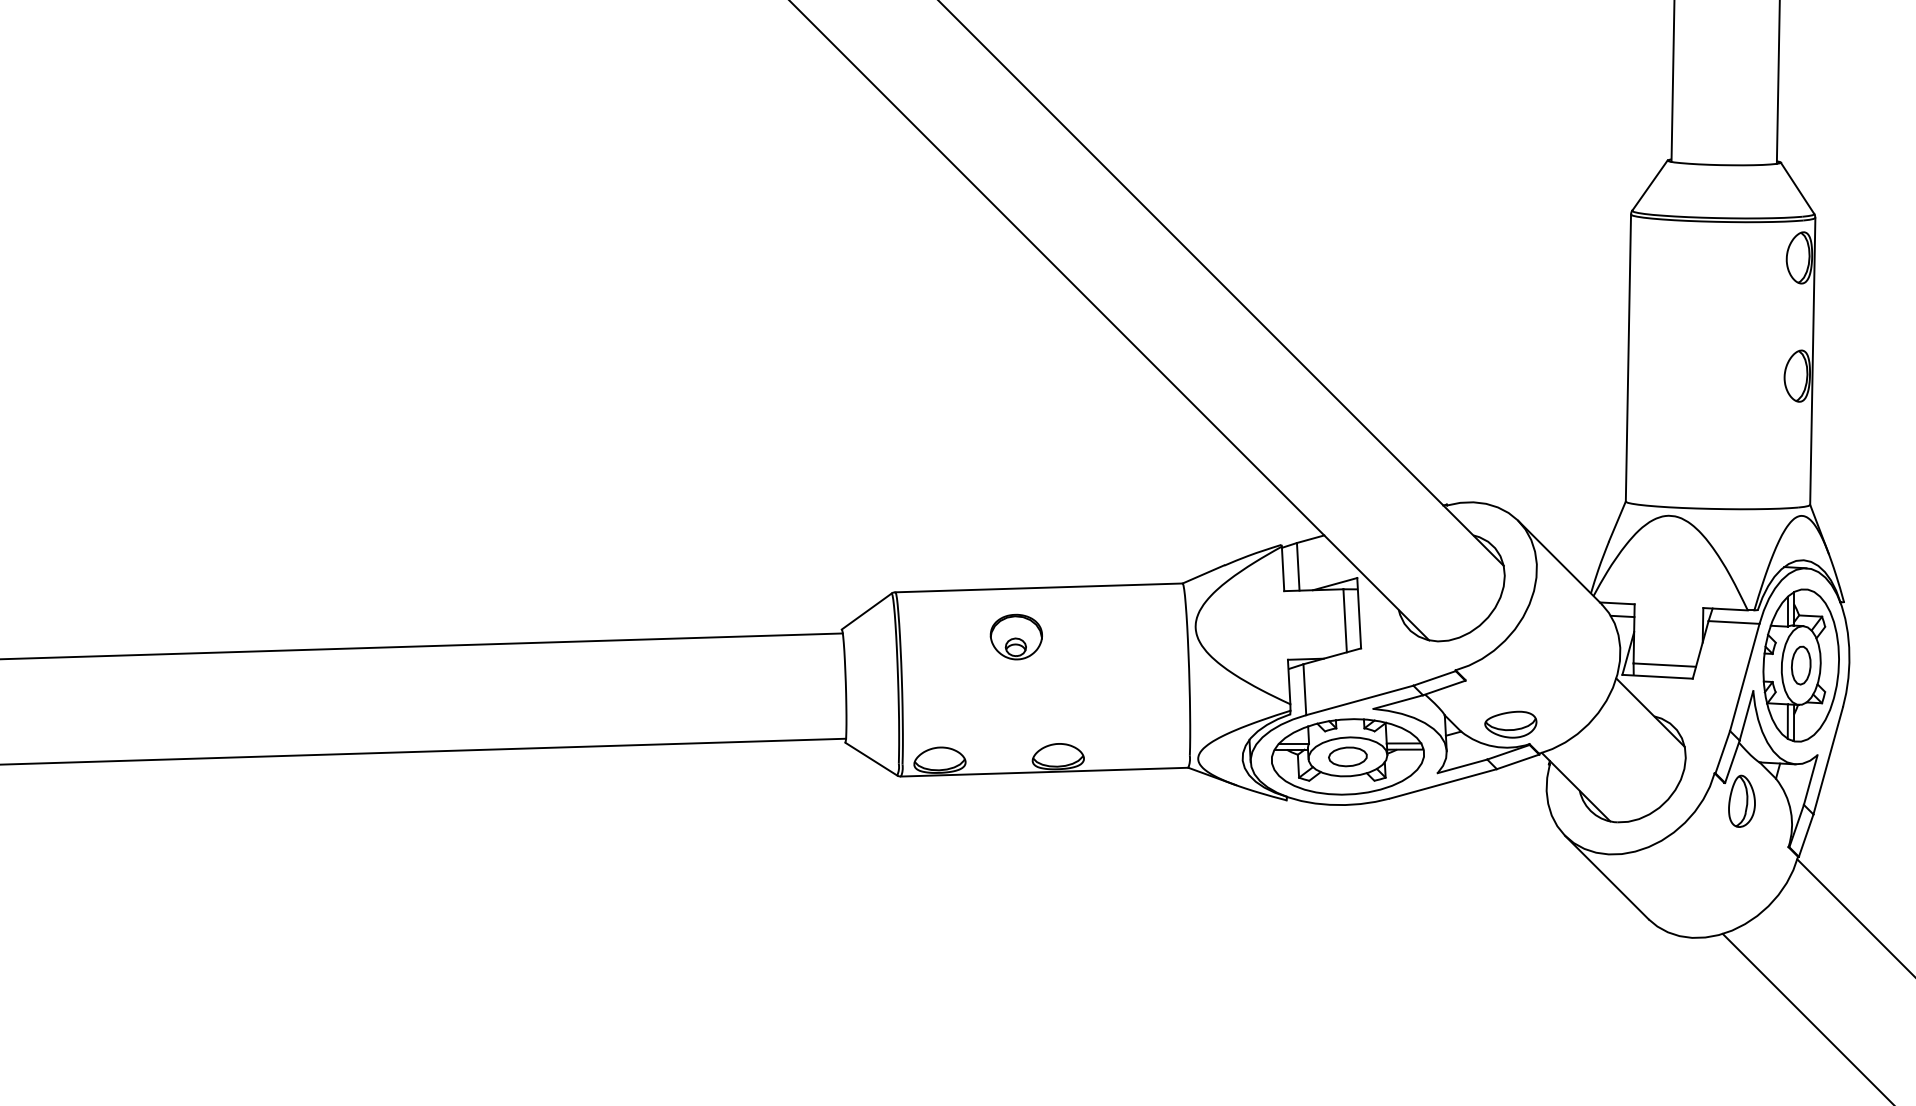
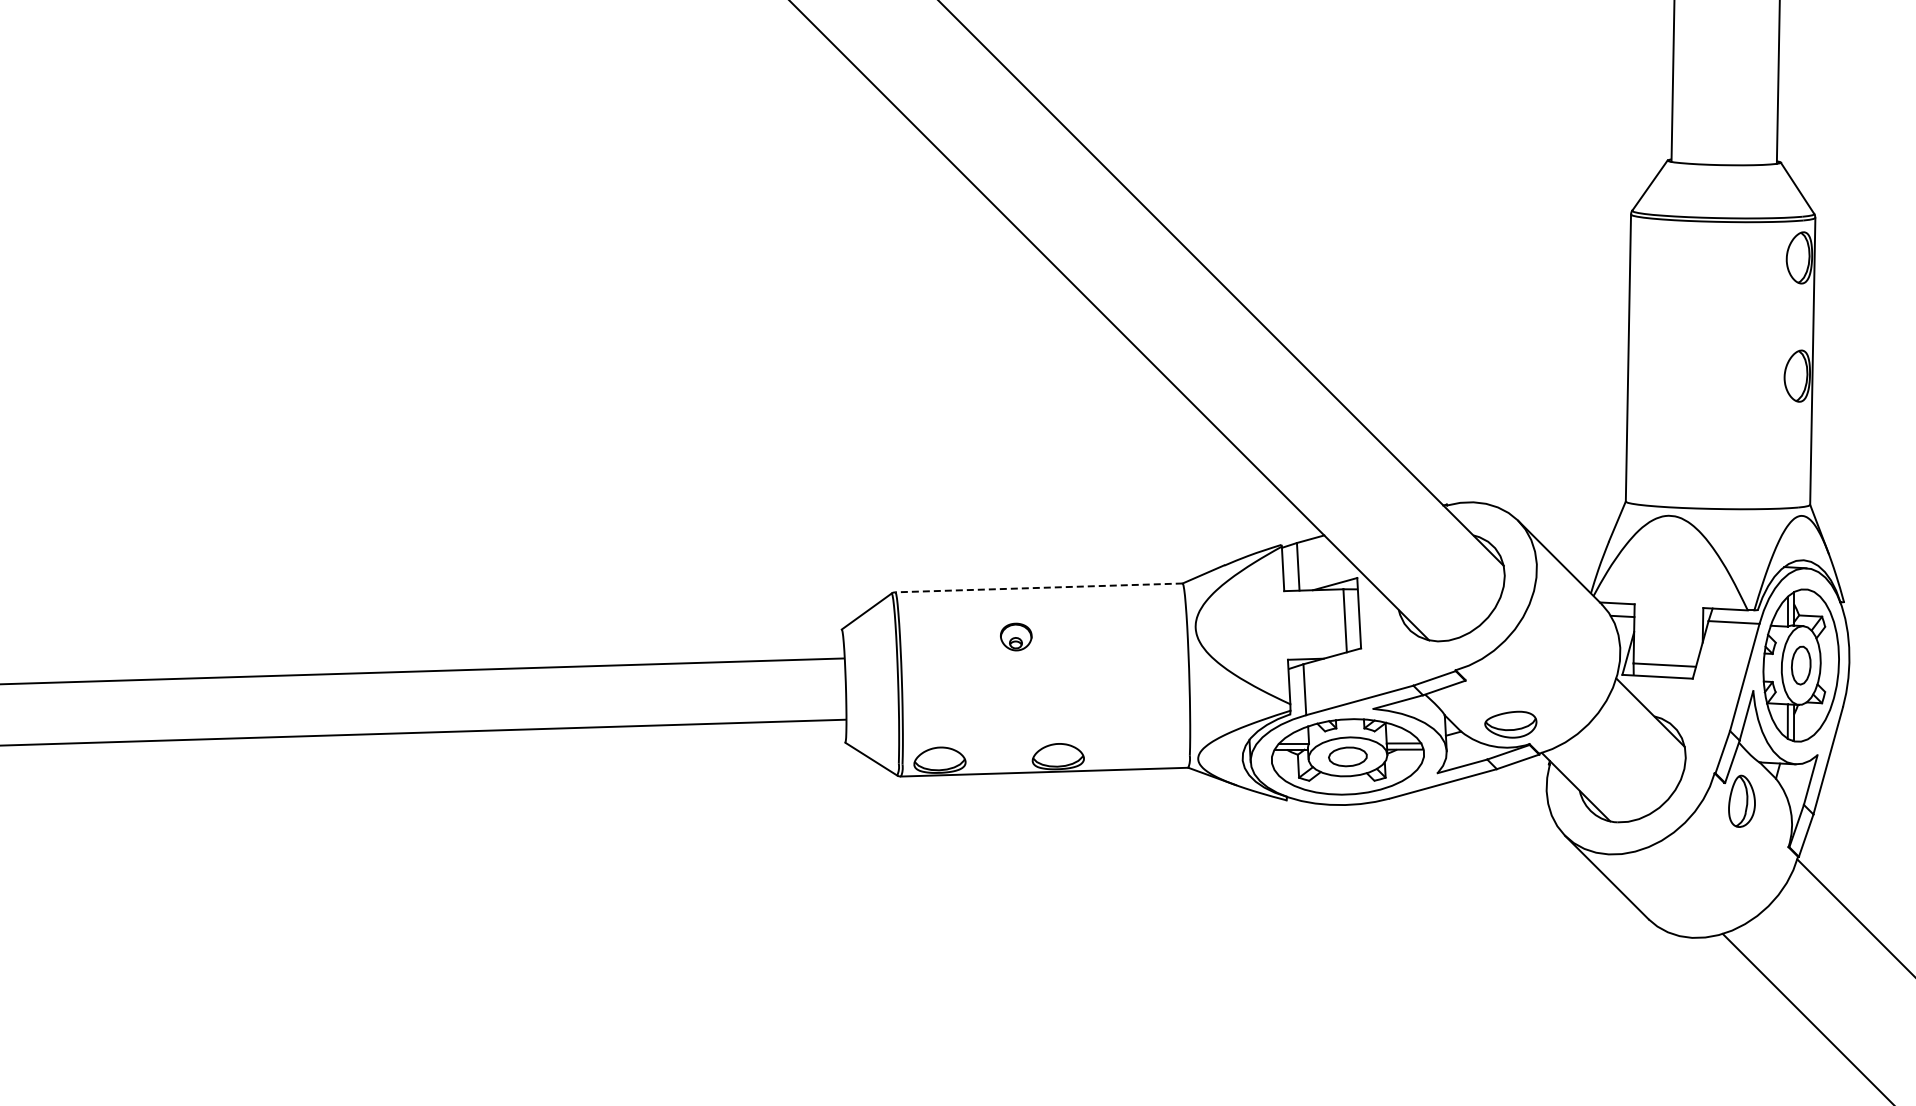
line at (1039, 587): solid -> dashed
part at (1015, 636) size: 54x48 px -> 33x30 px
line at (422, 646) position: (422, 646) -> (422, 671)
line at (424, 751) position: (424, 751) -> (423, 732)
